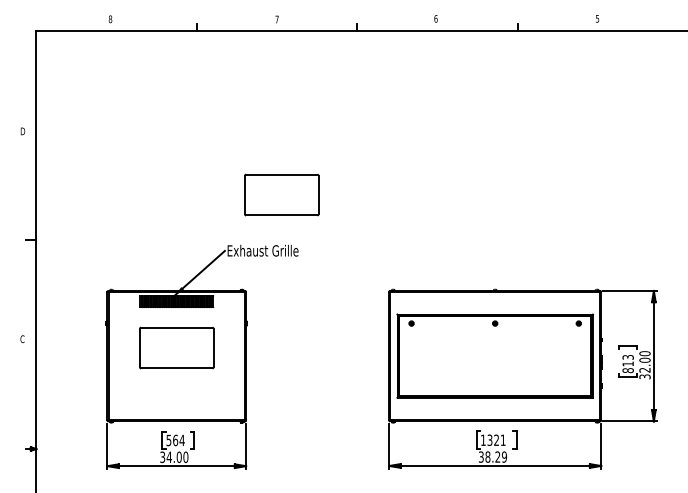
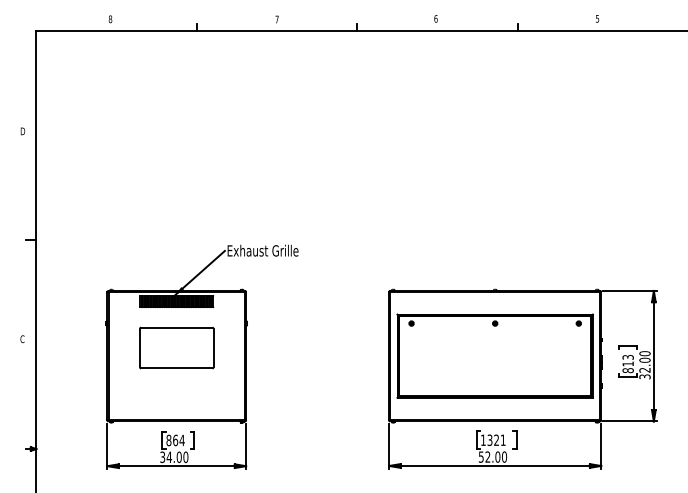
part at (281, 194): present -> none
text at (168, 440): 564 -> 864
text at (492, 456): 38.29 -> 52.00
